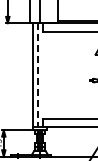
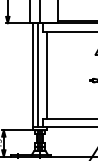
line at (46, 74): none -> present
line at (37, 75): dashed -> solid
